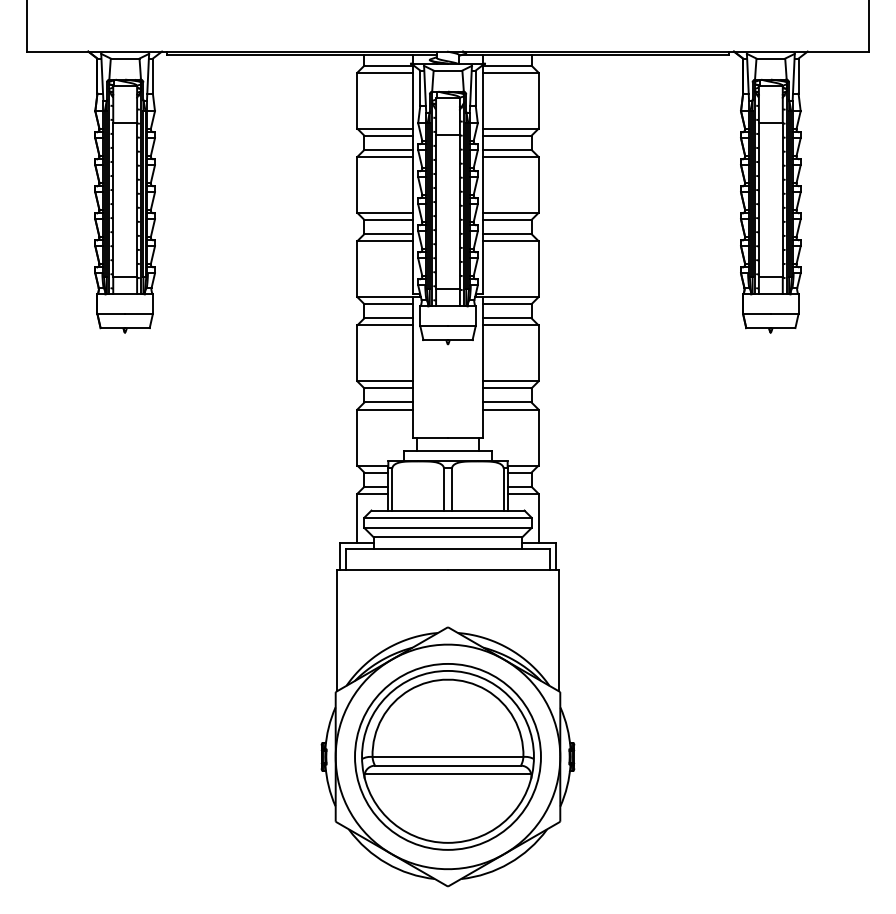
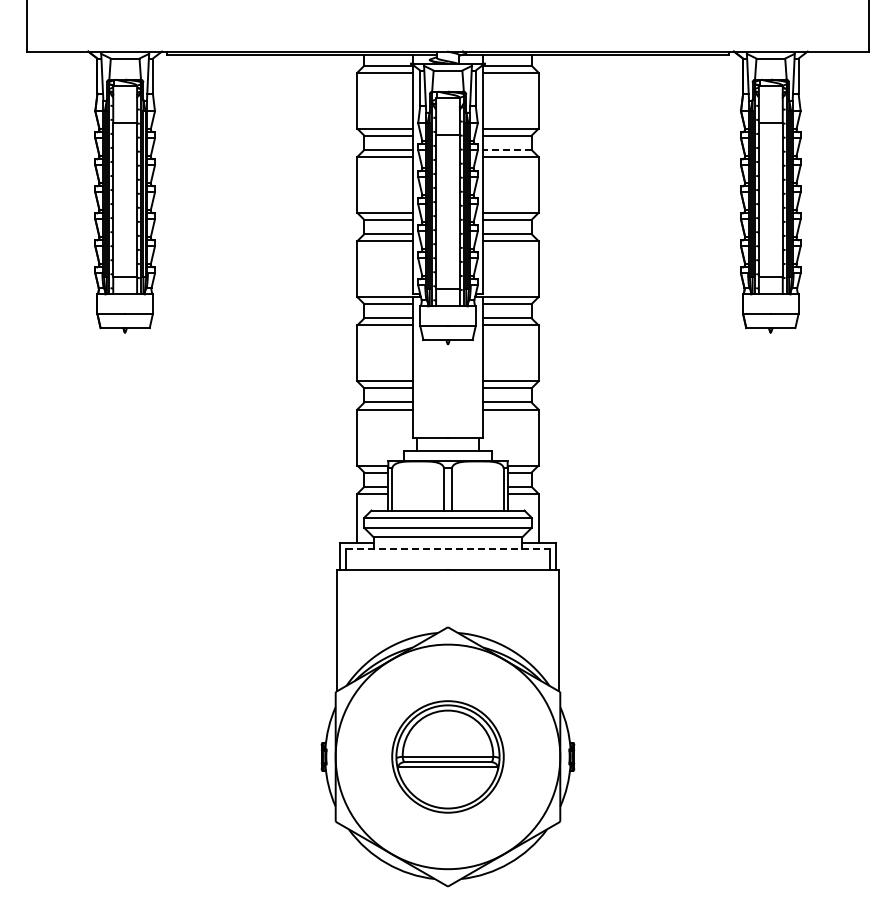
line at (506, 149): solid -> dashed
line at (448, 549): solid -> dashed
part at (447, 756) size: 188x188 px -> 114x114 px
